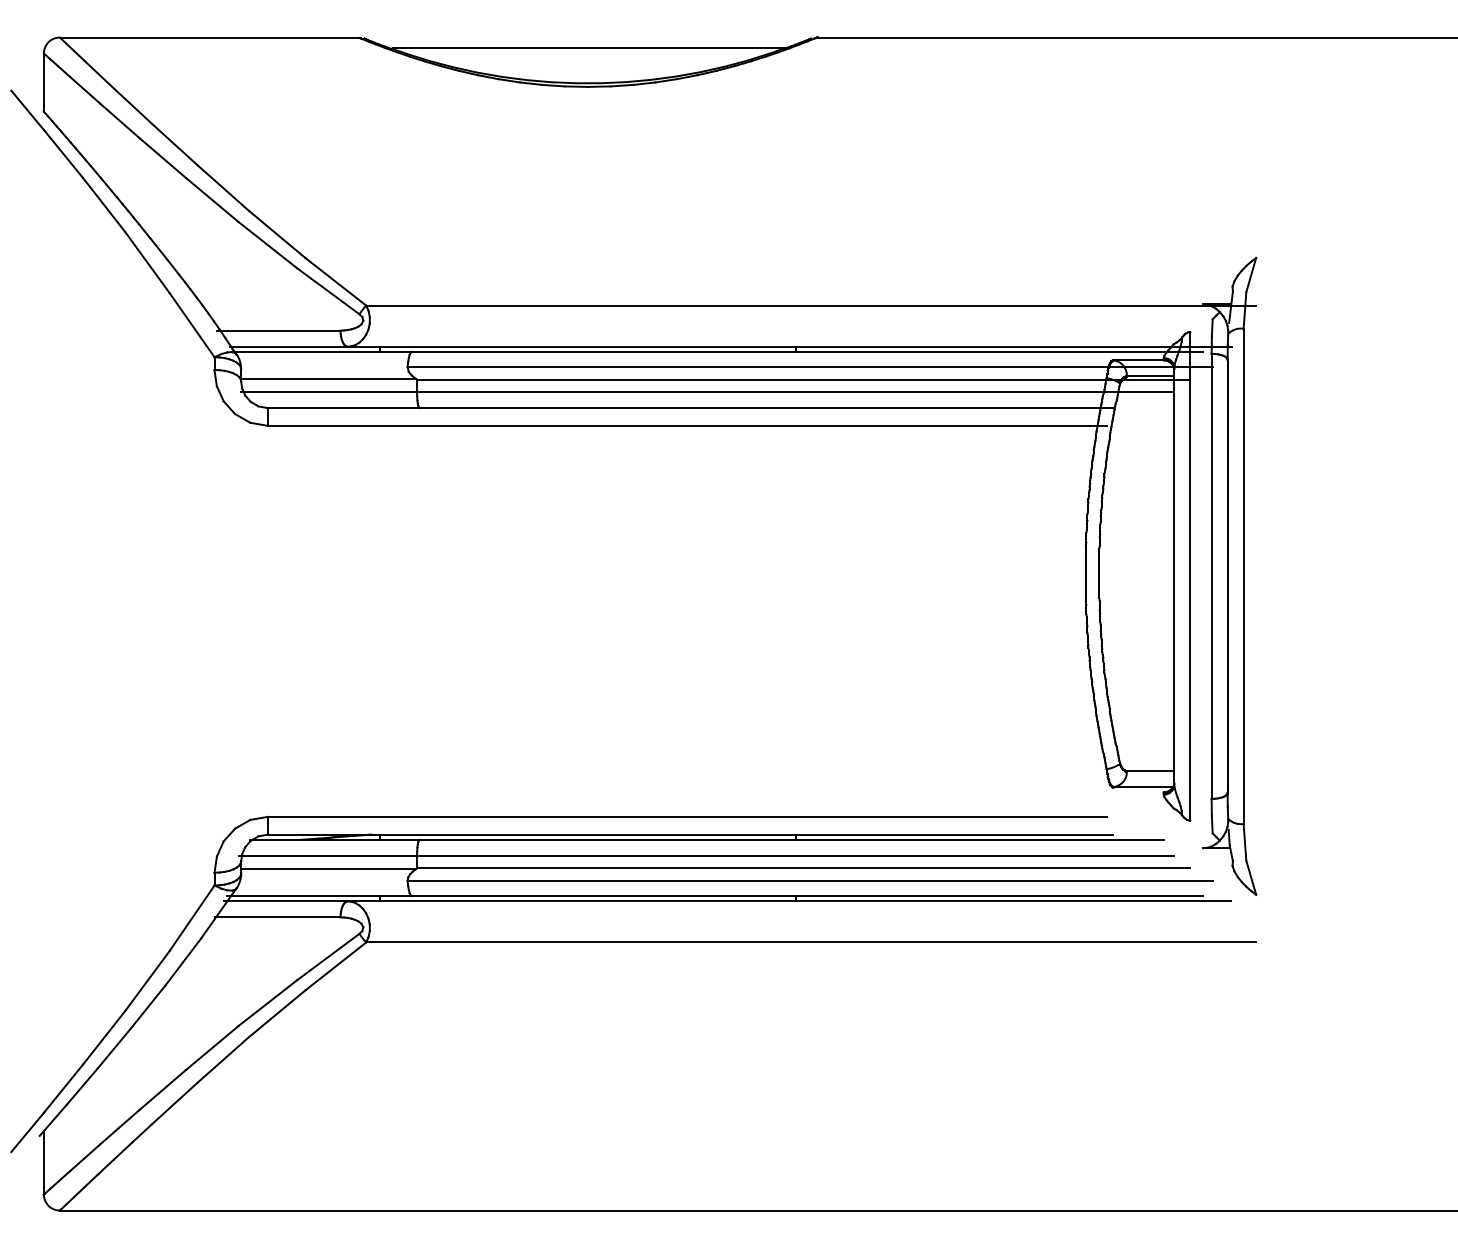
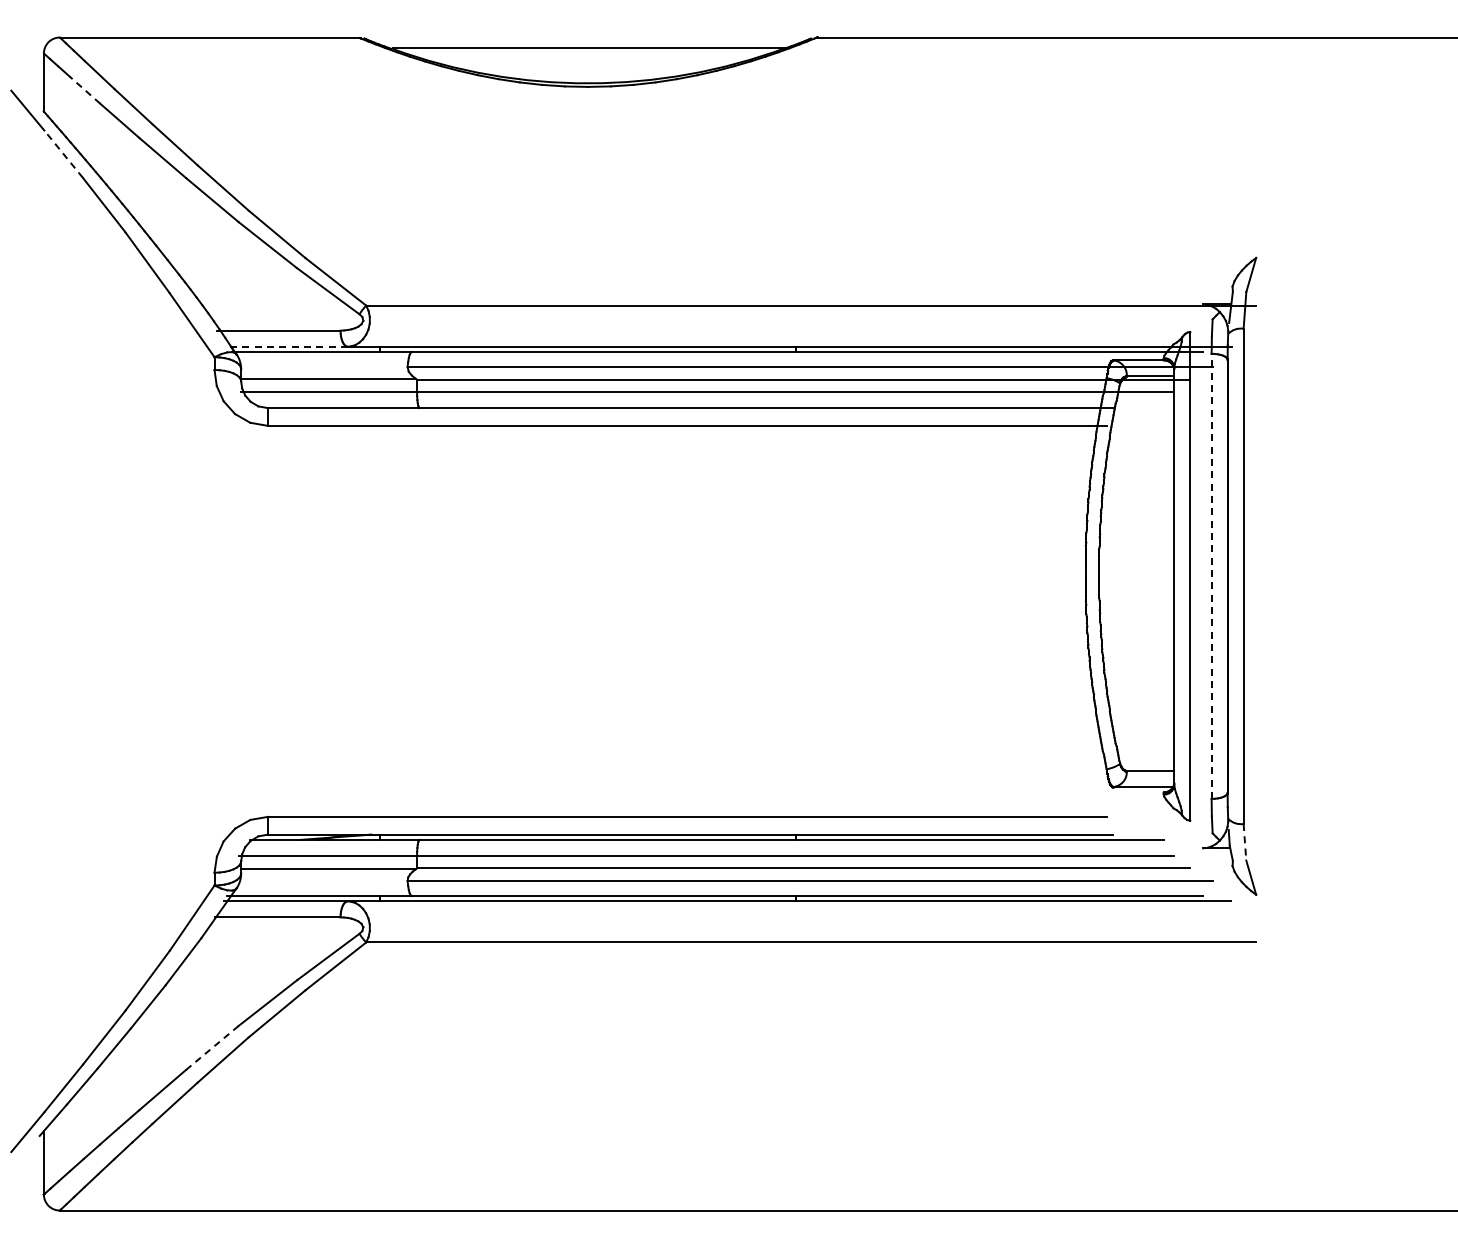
line at (84, 89): solid -> dashed
line at (63, 154): solid -> dashed
line at (288, 346): solid -> dashed
line at (1211, 576): solid -> dashed
line at (1244, 842): solid -> dashed
line at (212, 1047): solid -> dashed
